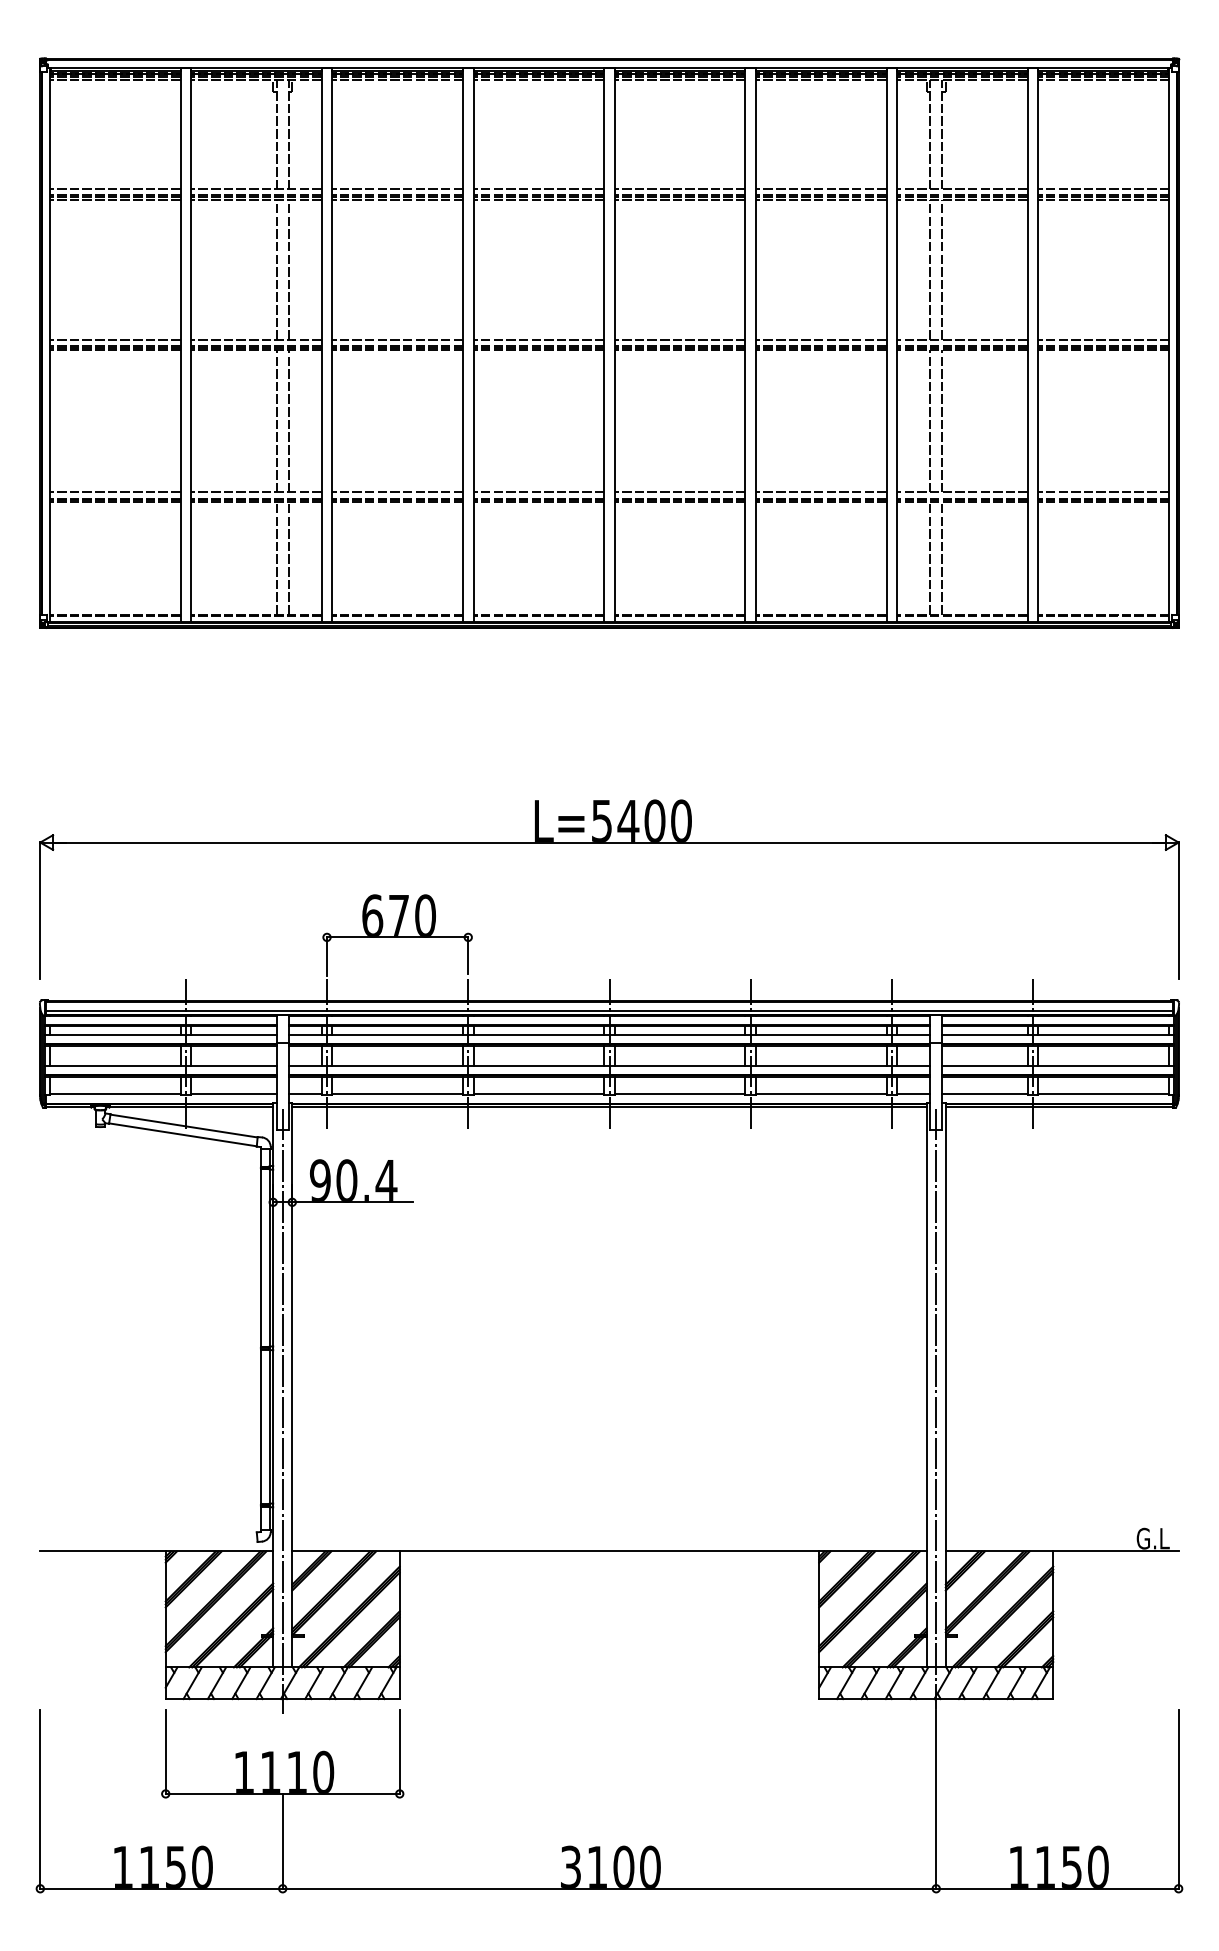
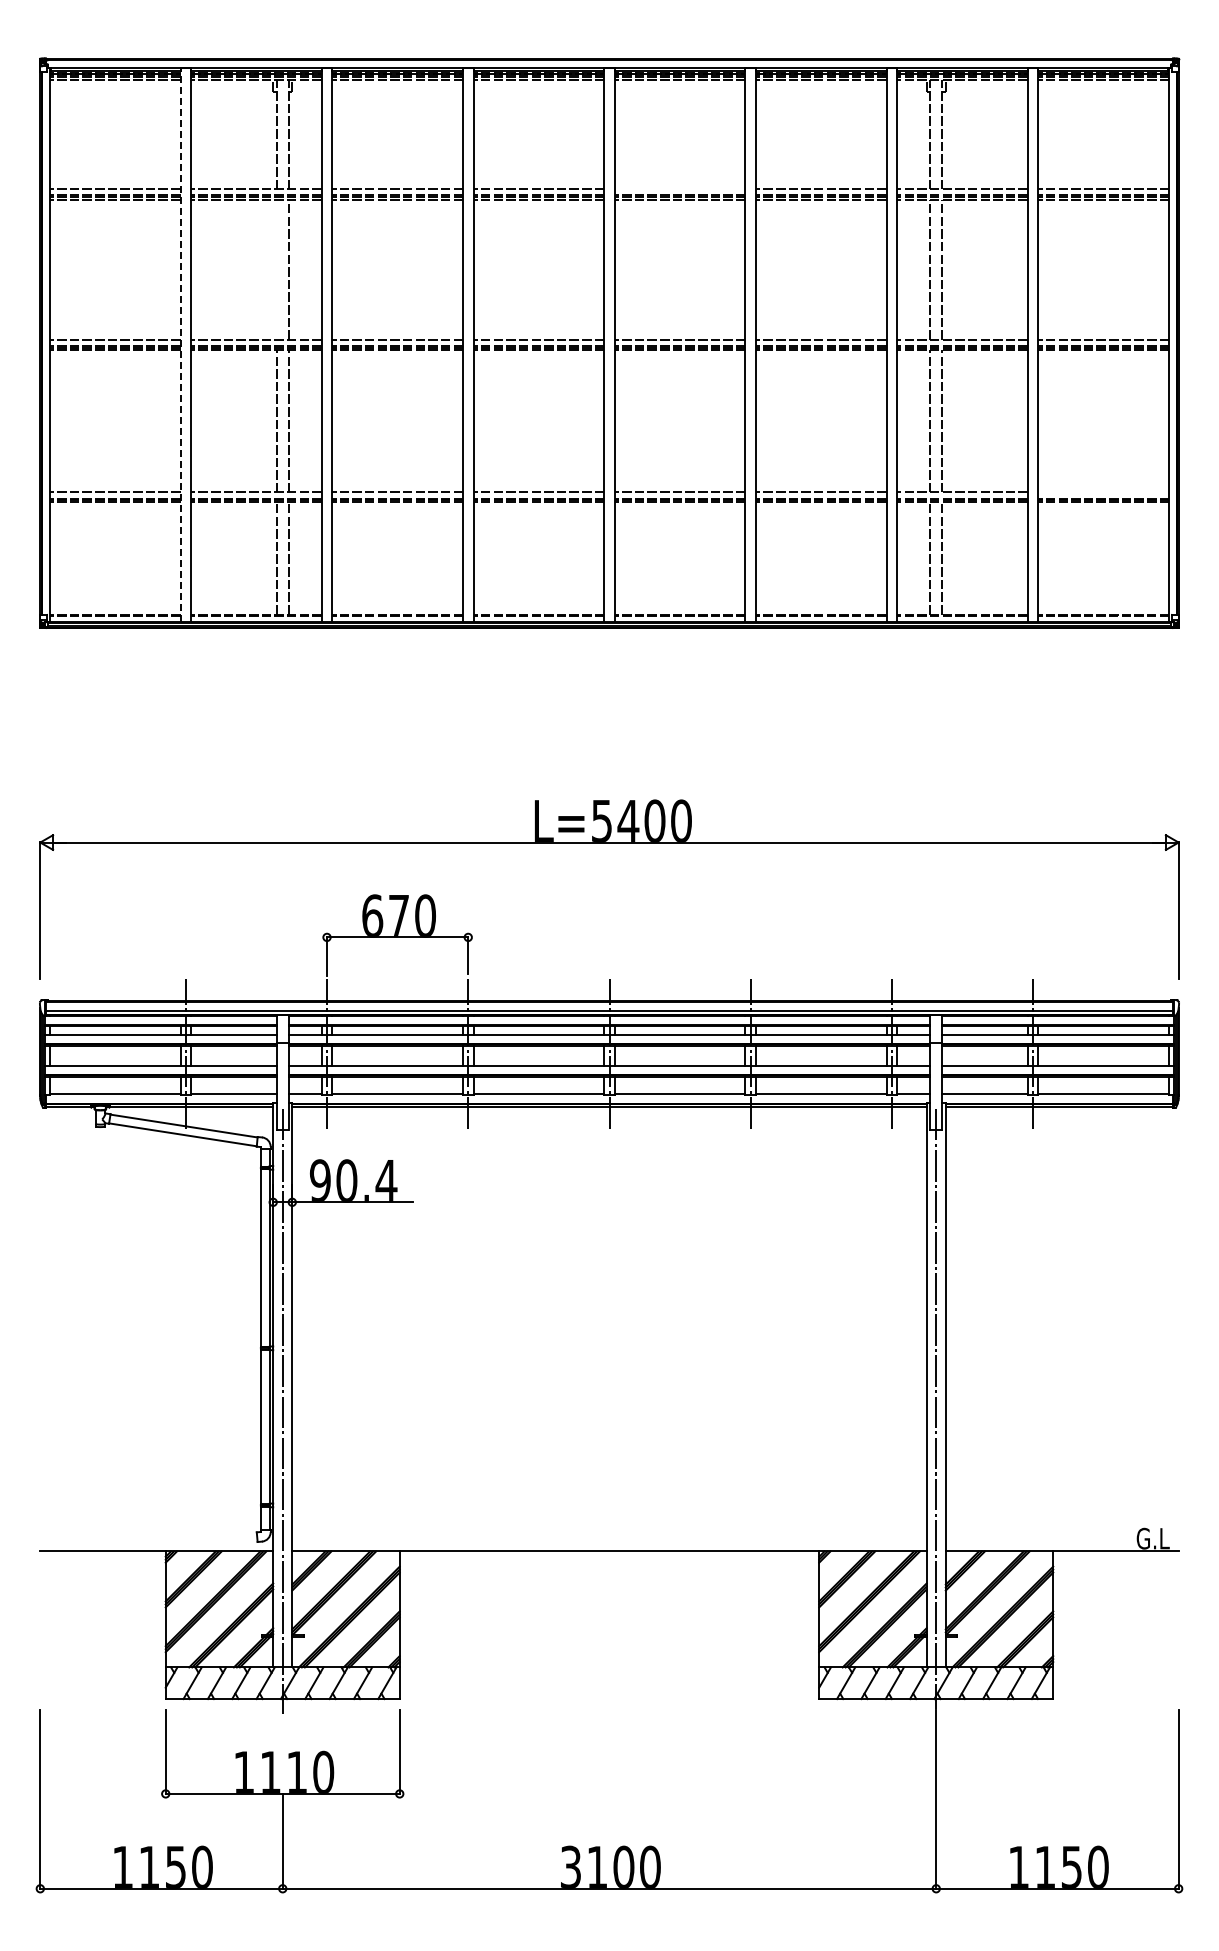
line at (679, 189): present -> none
line at (276, 269): present -> none
line at (180, 344): solid -> dashed
line at (1103, 492): present -> none
